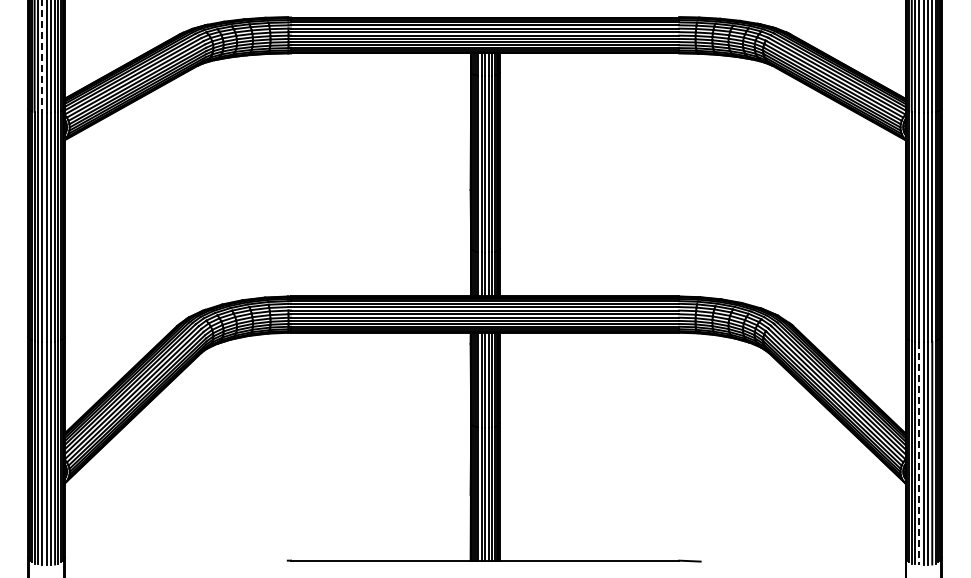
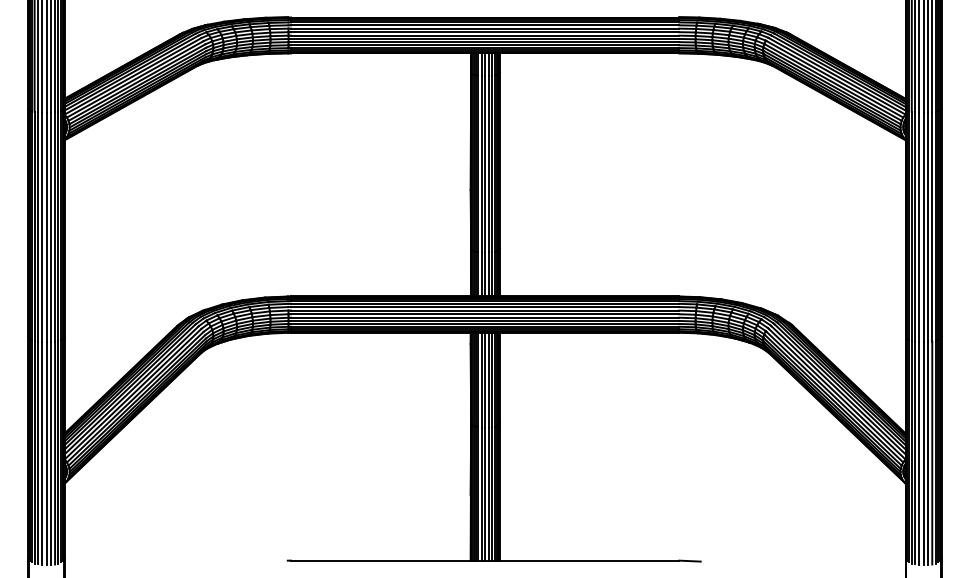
line at (42, 56): dashed -> solid
line at (919, 454): dashed -> solid
